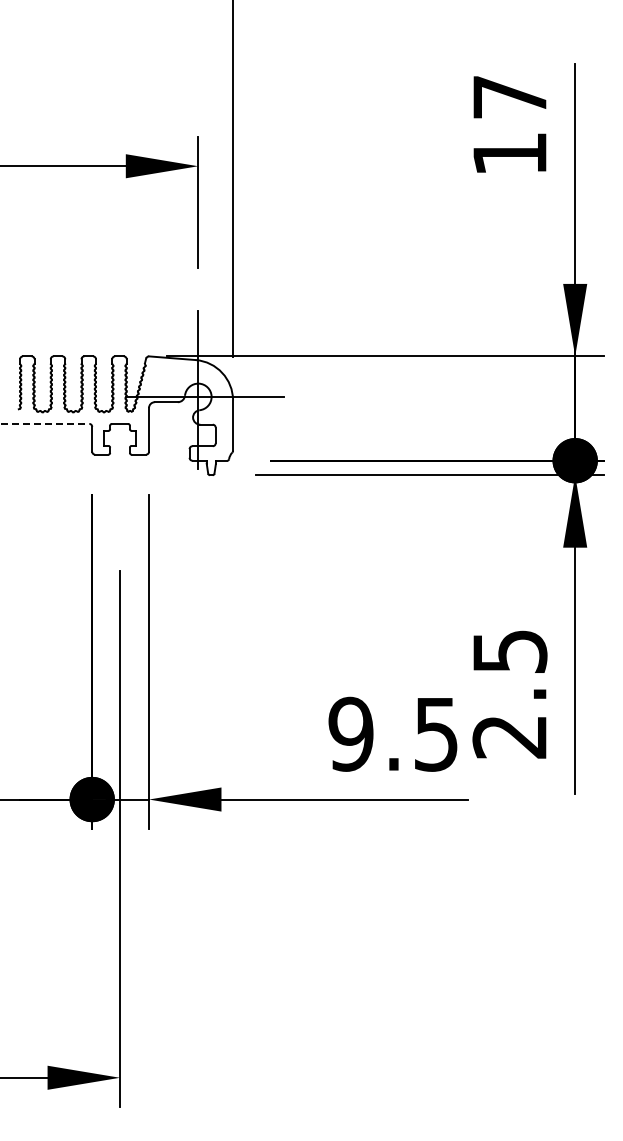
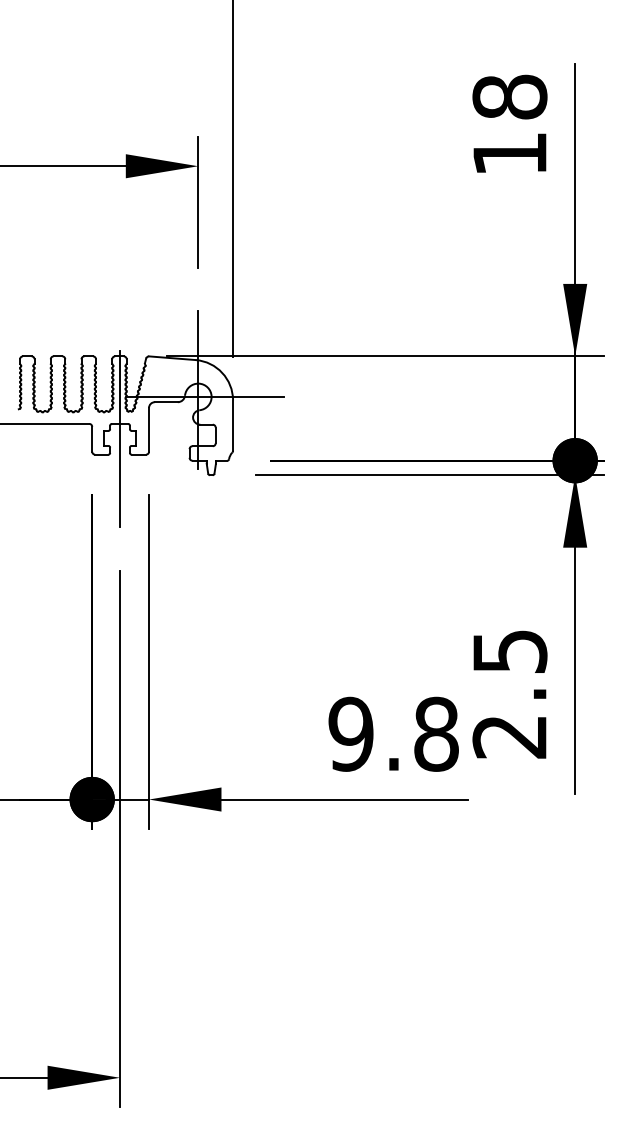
text at (509, 96): 17 -> 18
line at (45, 423): dashed -> solid
line at (120, 439): none -> present
text at (436, 733): 9.5 -> 9.8
